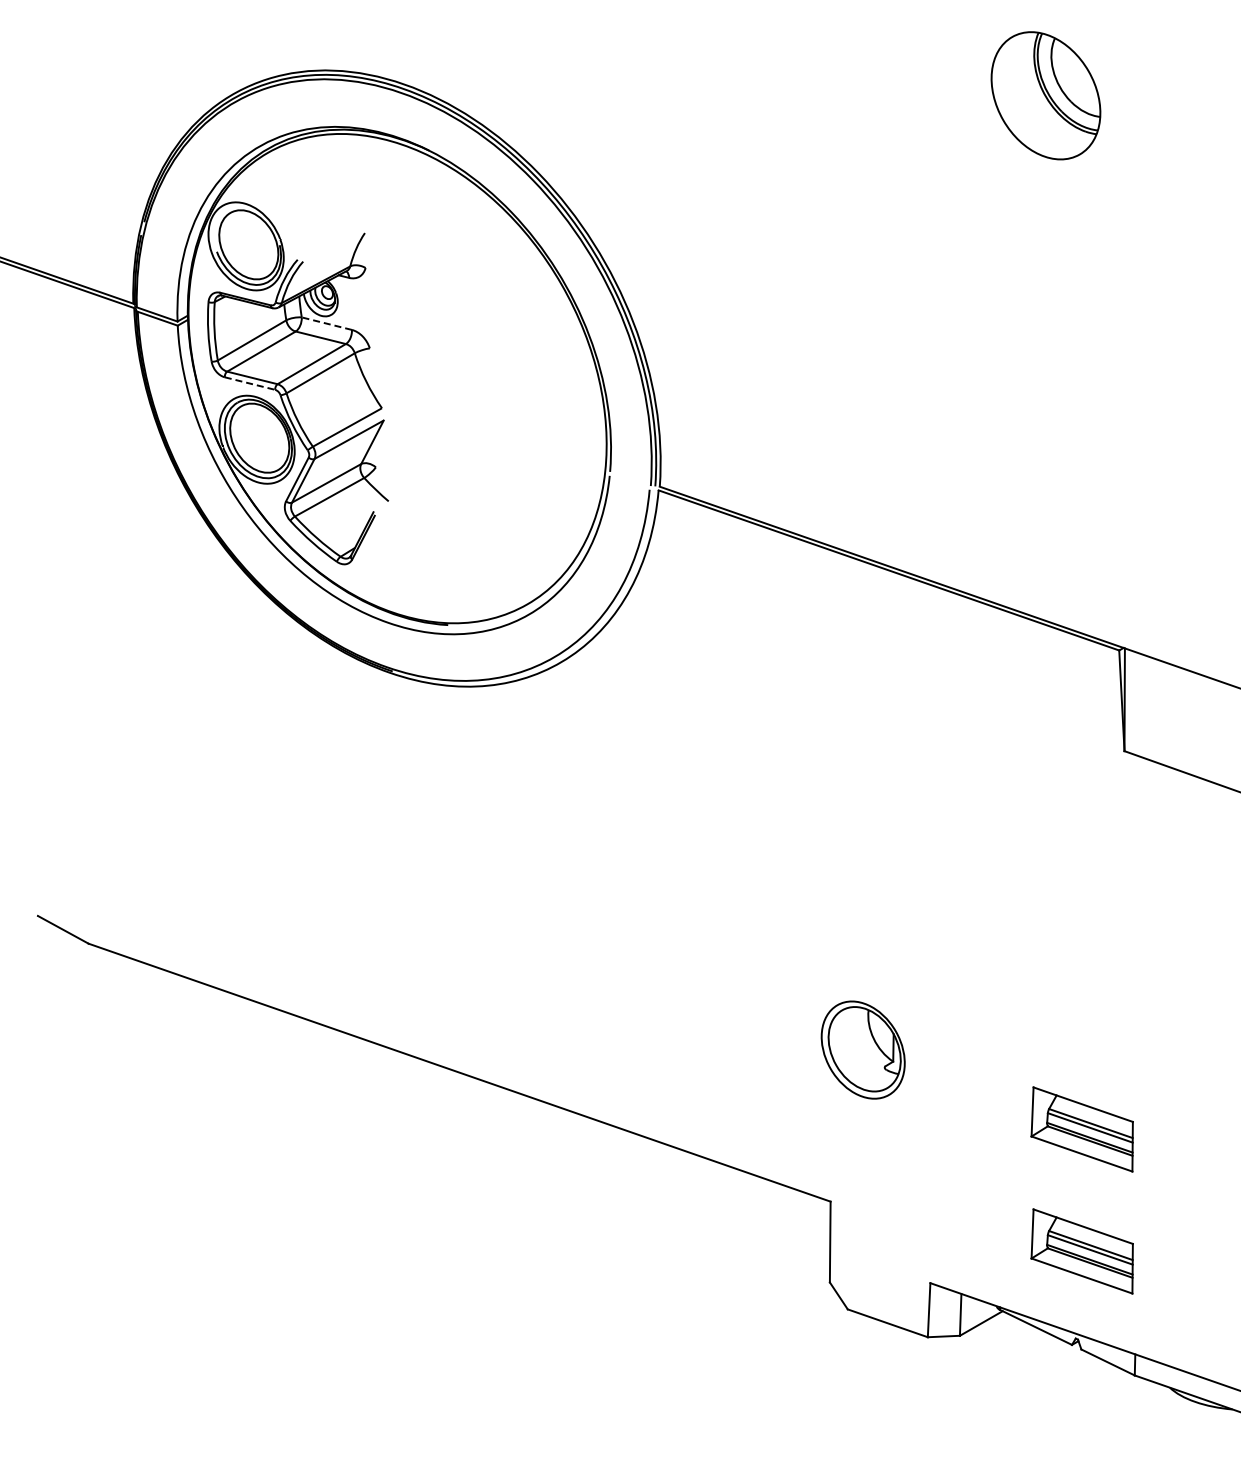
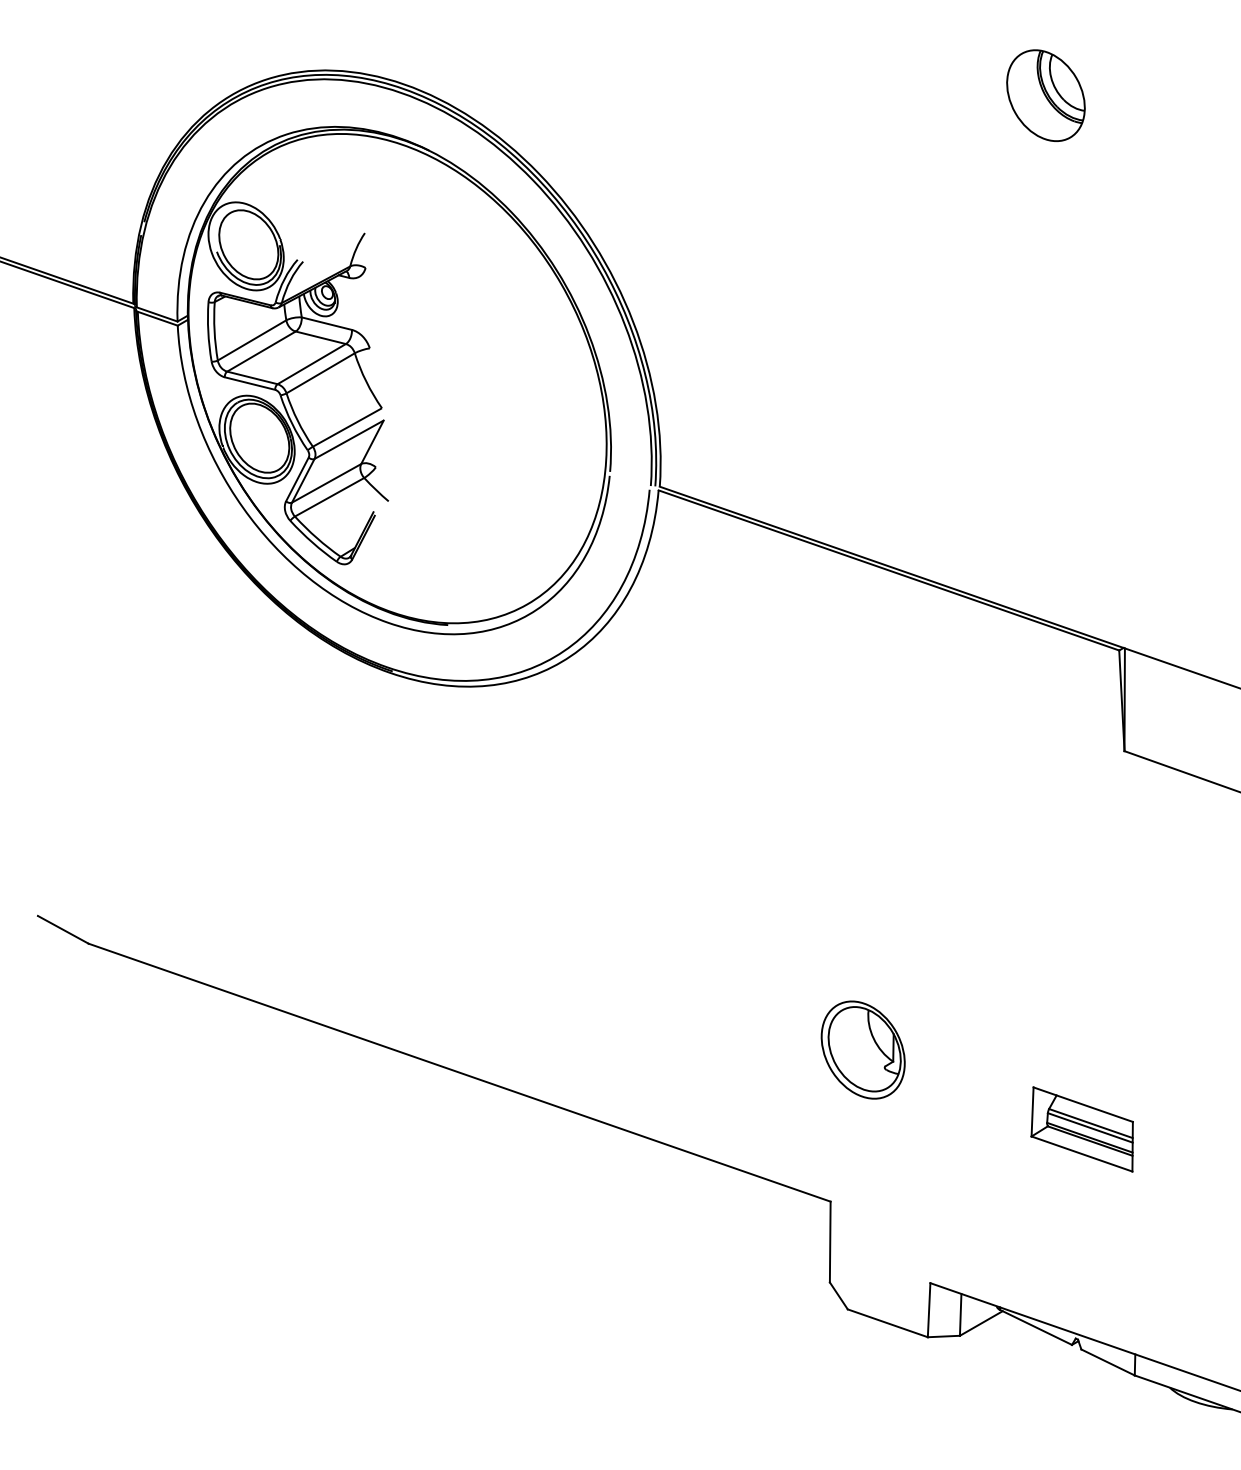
part at (1045, 95) size: 112x130 px -> 80x93 px
line at (326, 323): dashed -> solid
line at (250, 383): dashed -> solid
part at (1081, 1251): present -> none
